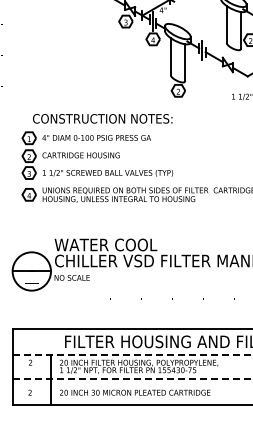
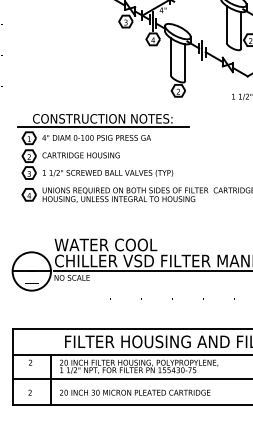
line at (103, 127): none -> present
line at (151, 271): none -> present
line at (133, 354): dashed -> solid
line at (133, 379): dashed -> solid
